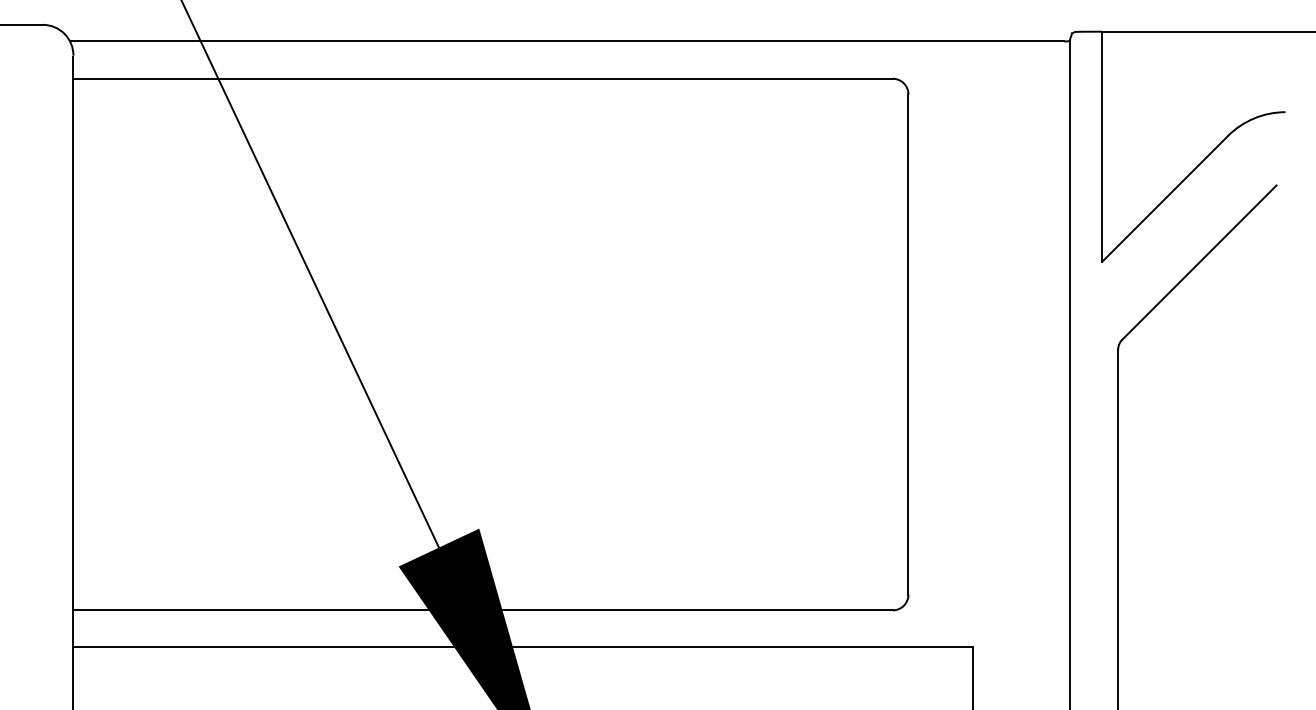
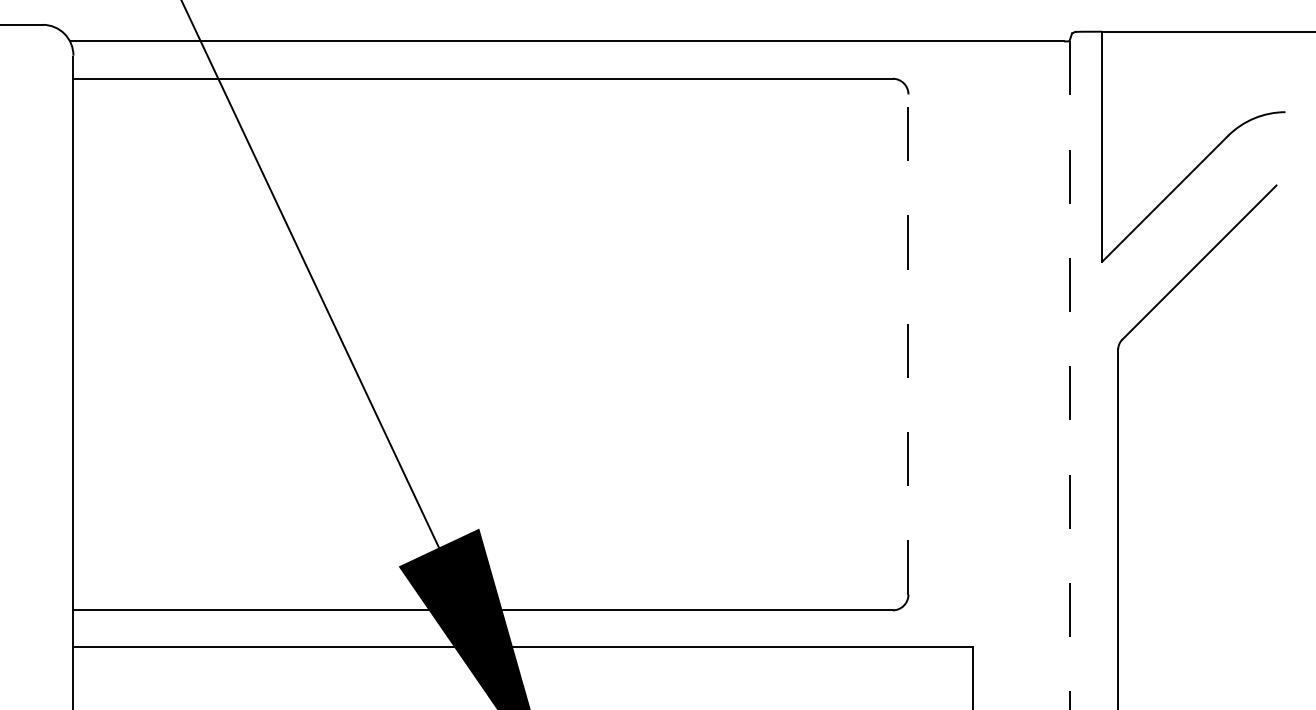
line at (908, 344): solid -> dashed
line at (1069, 376): solid -> dashed
